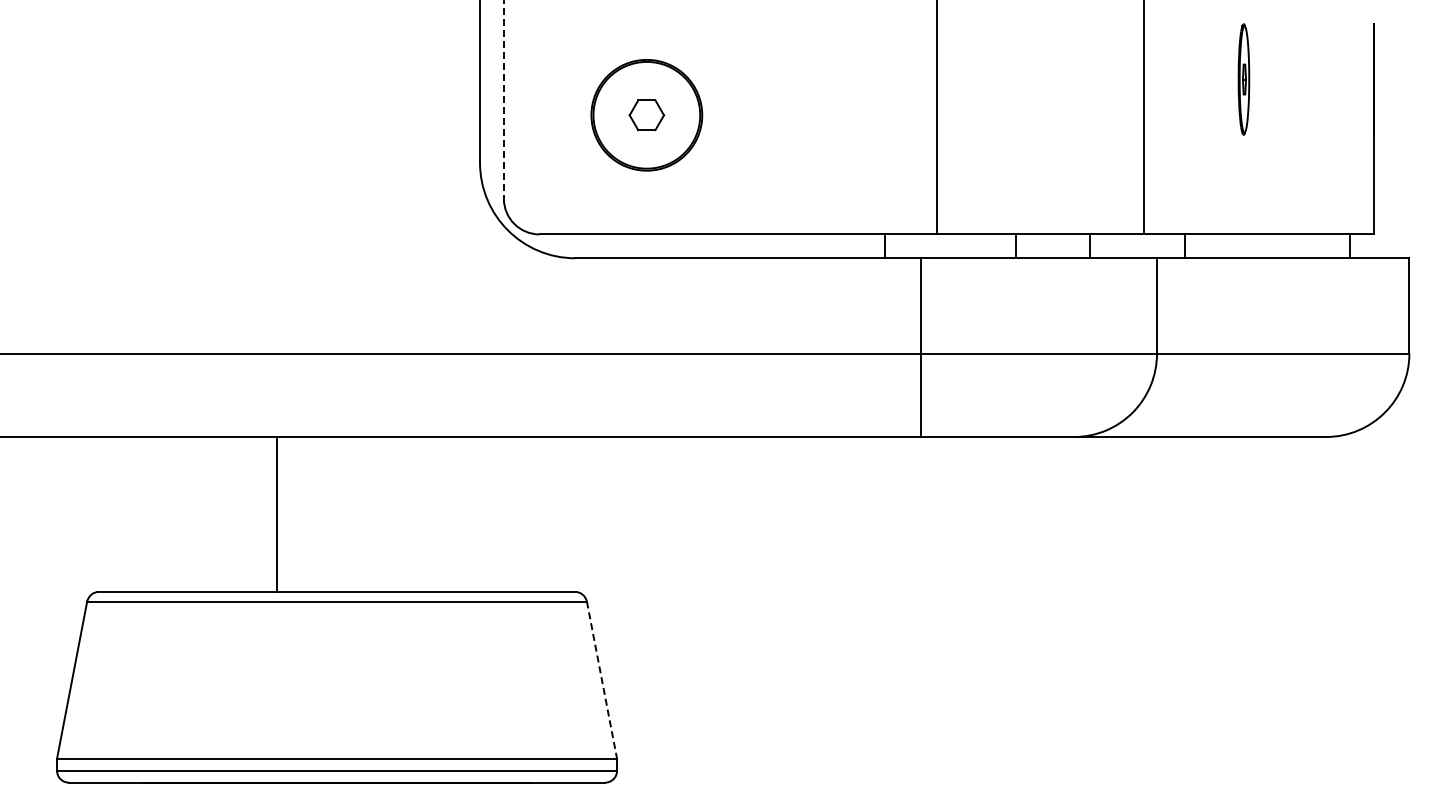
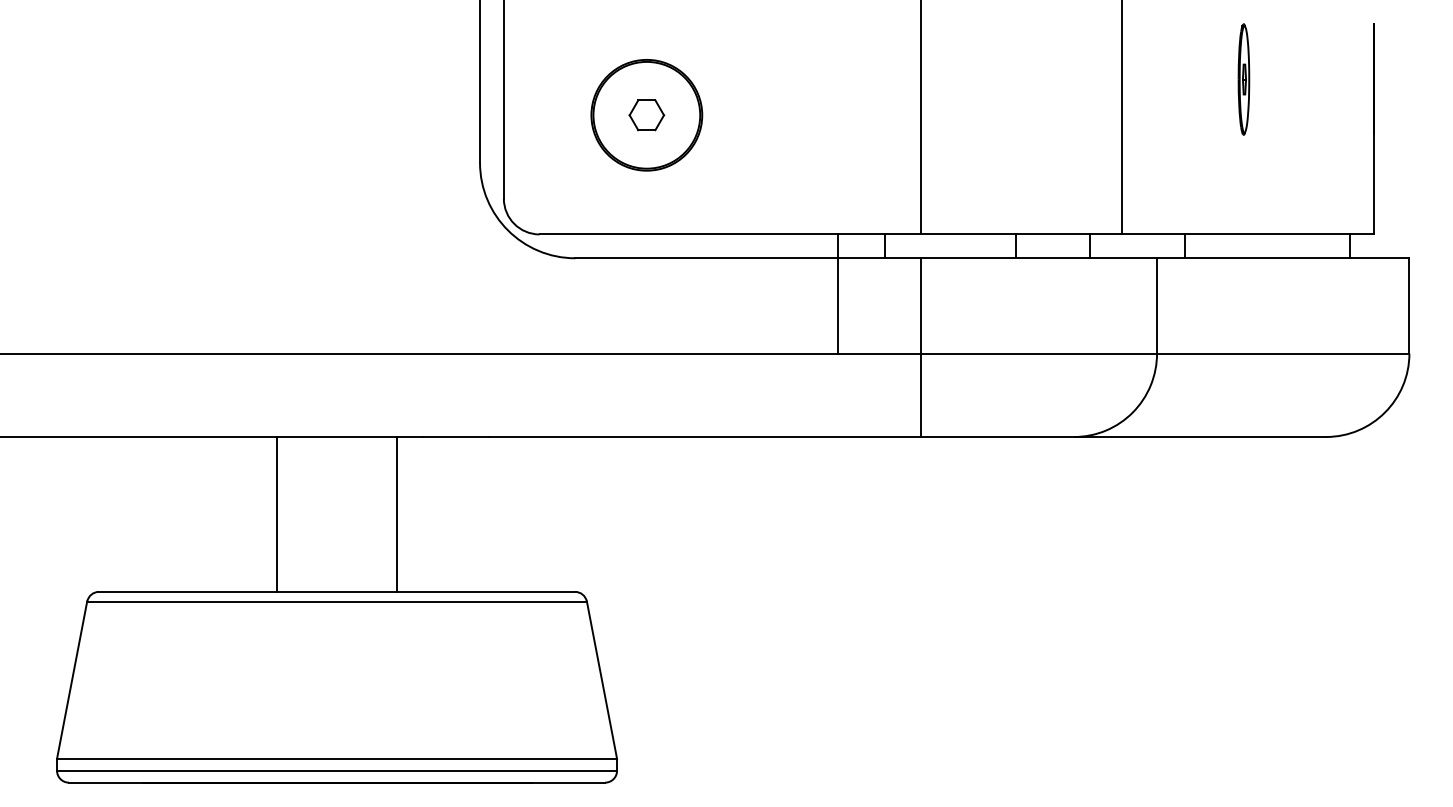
line at (503, 99): dashed -> solid
line at (936, 118) position: (936, 118) -> (920, 118)
line at (1143, 118) position: (1143, 118) -> (1121, 118)
line at (837, 293): none -> present
line at (396, 514): none -> present
line at (602, 680): dashed -> solid
